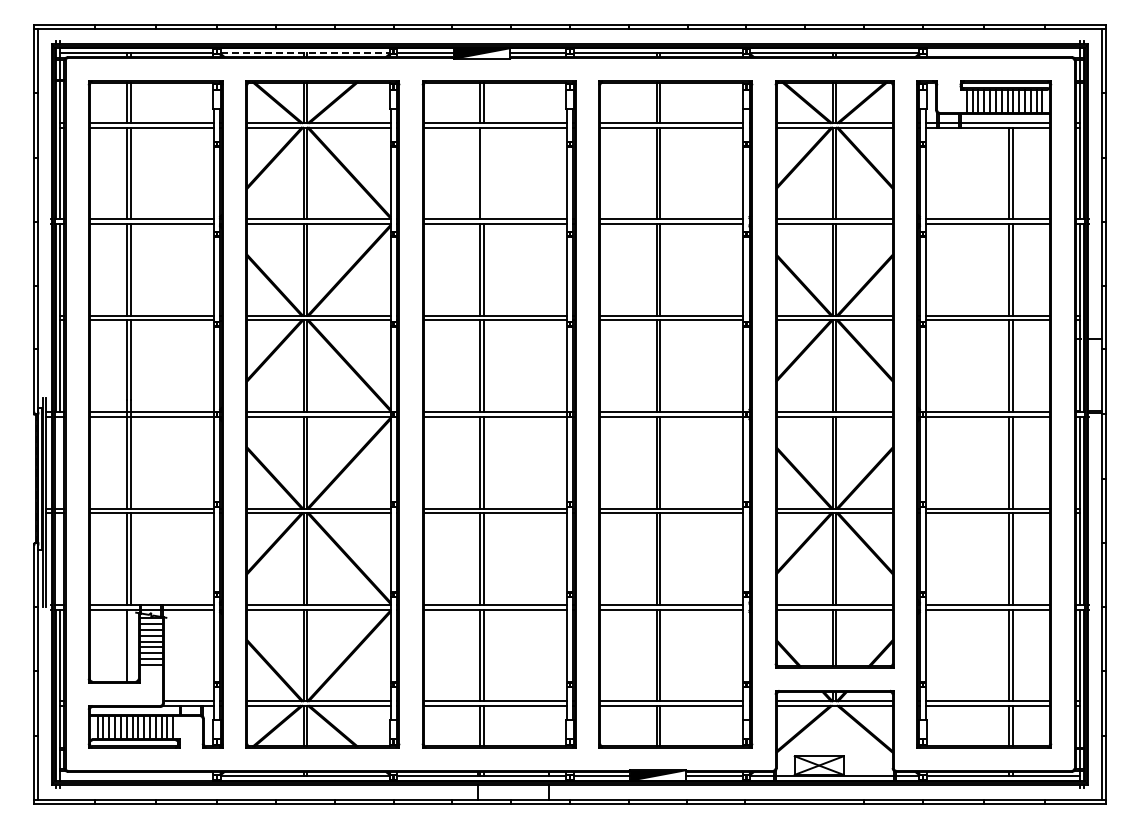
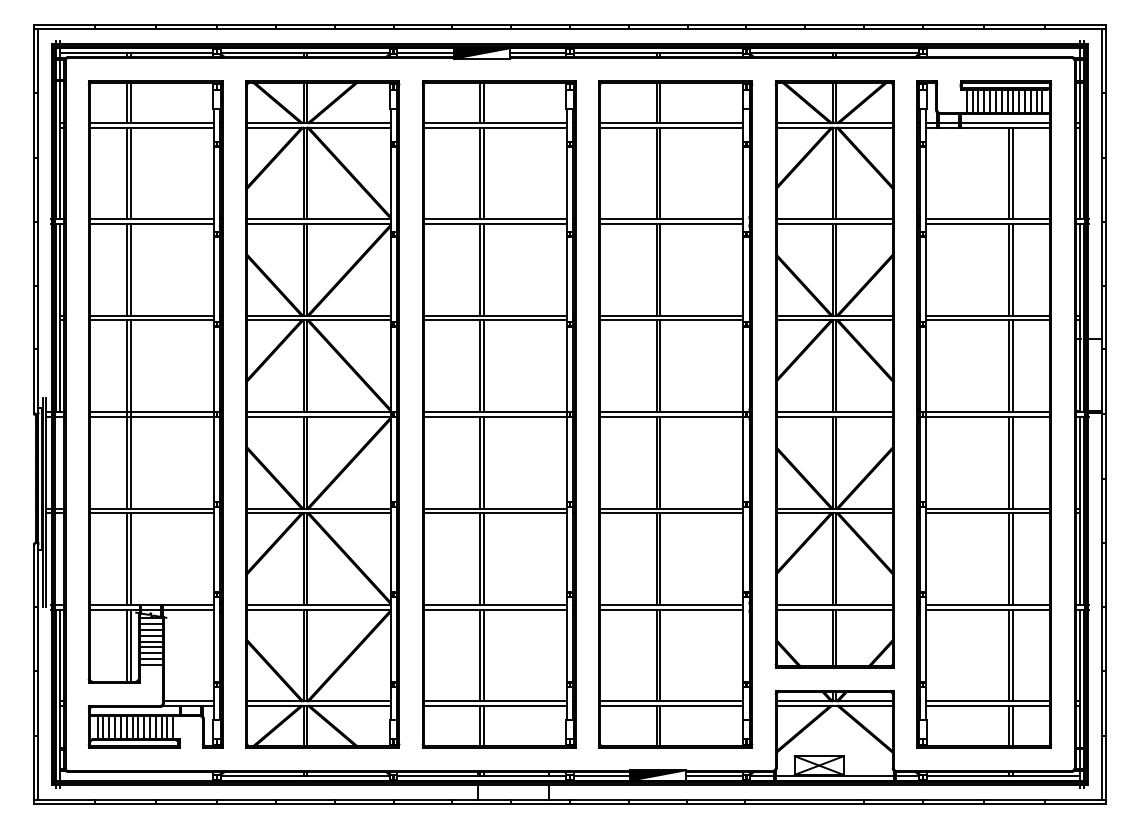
line at (305, 52): dashed -> solid
line at (483, 173): none -> present
line at (130, 645): none -> present
